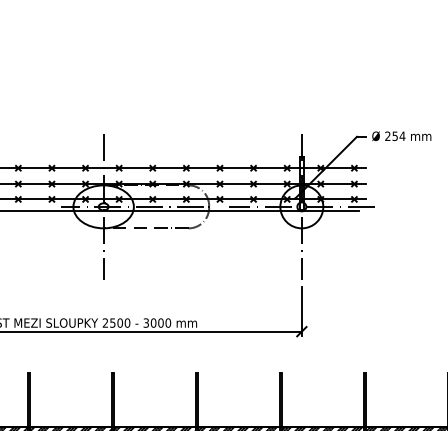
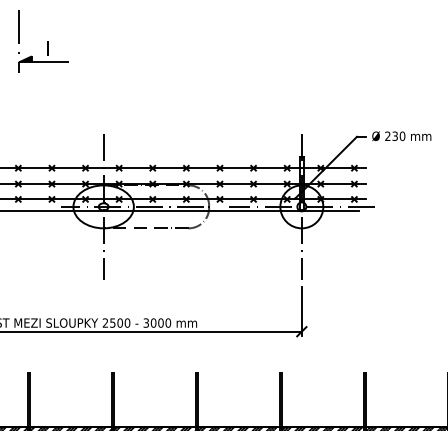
part at (43, 41): none -> present
text at (398, 136): 254 -> 230
